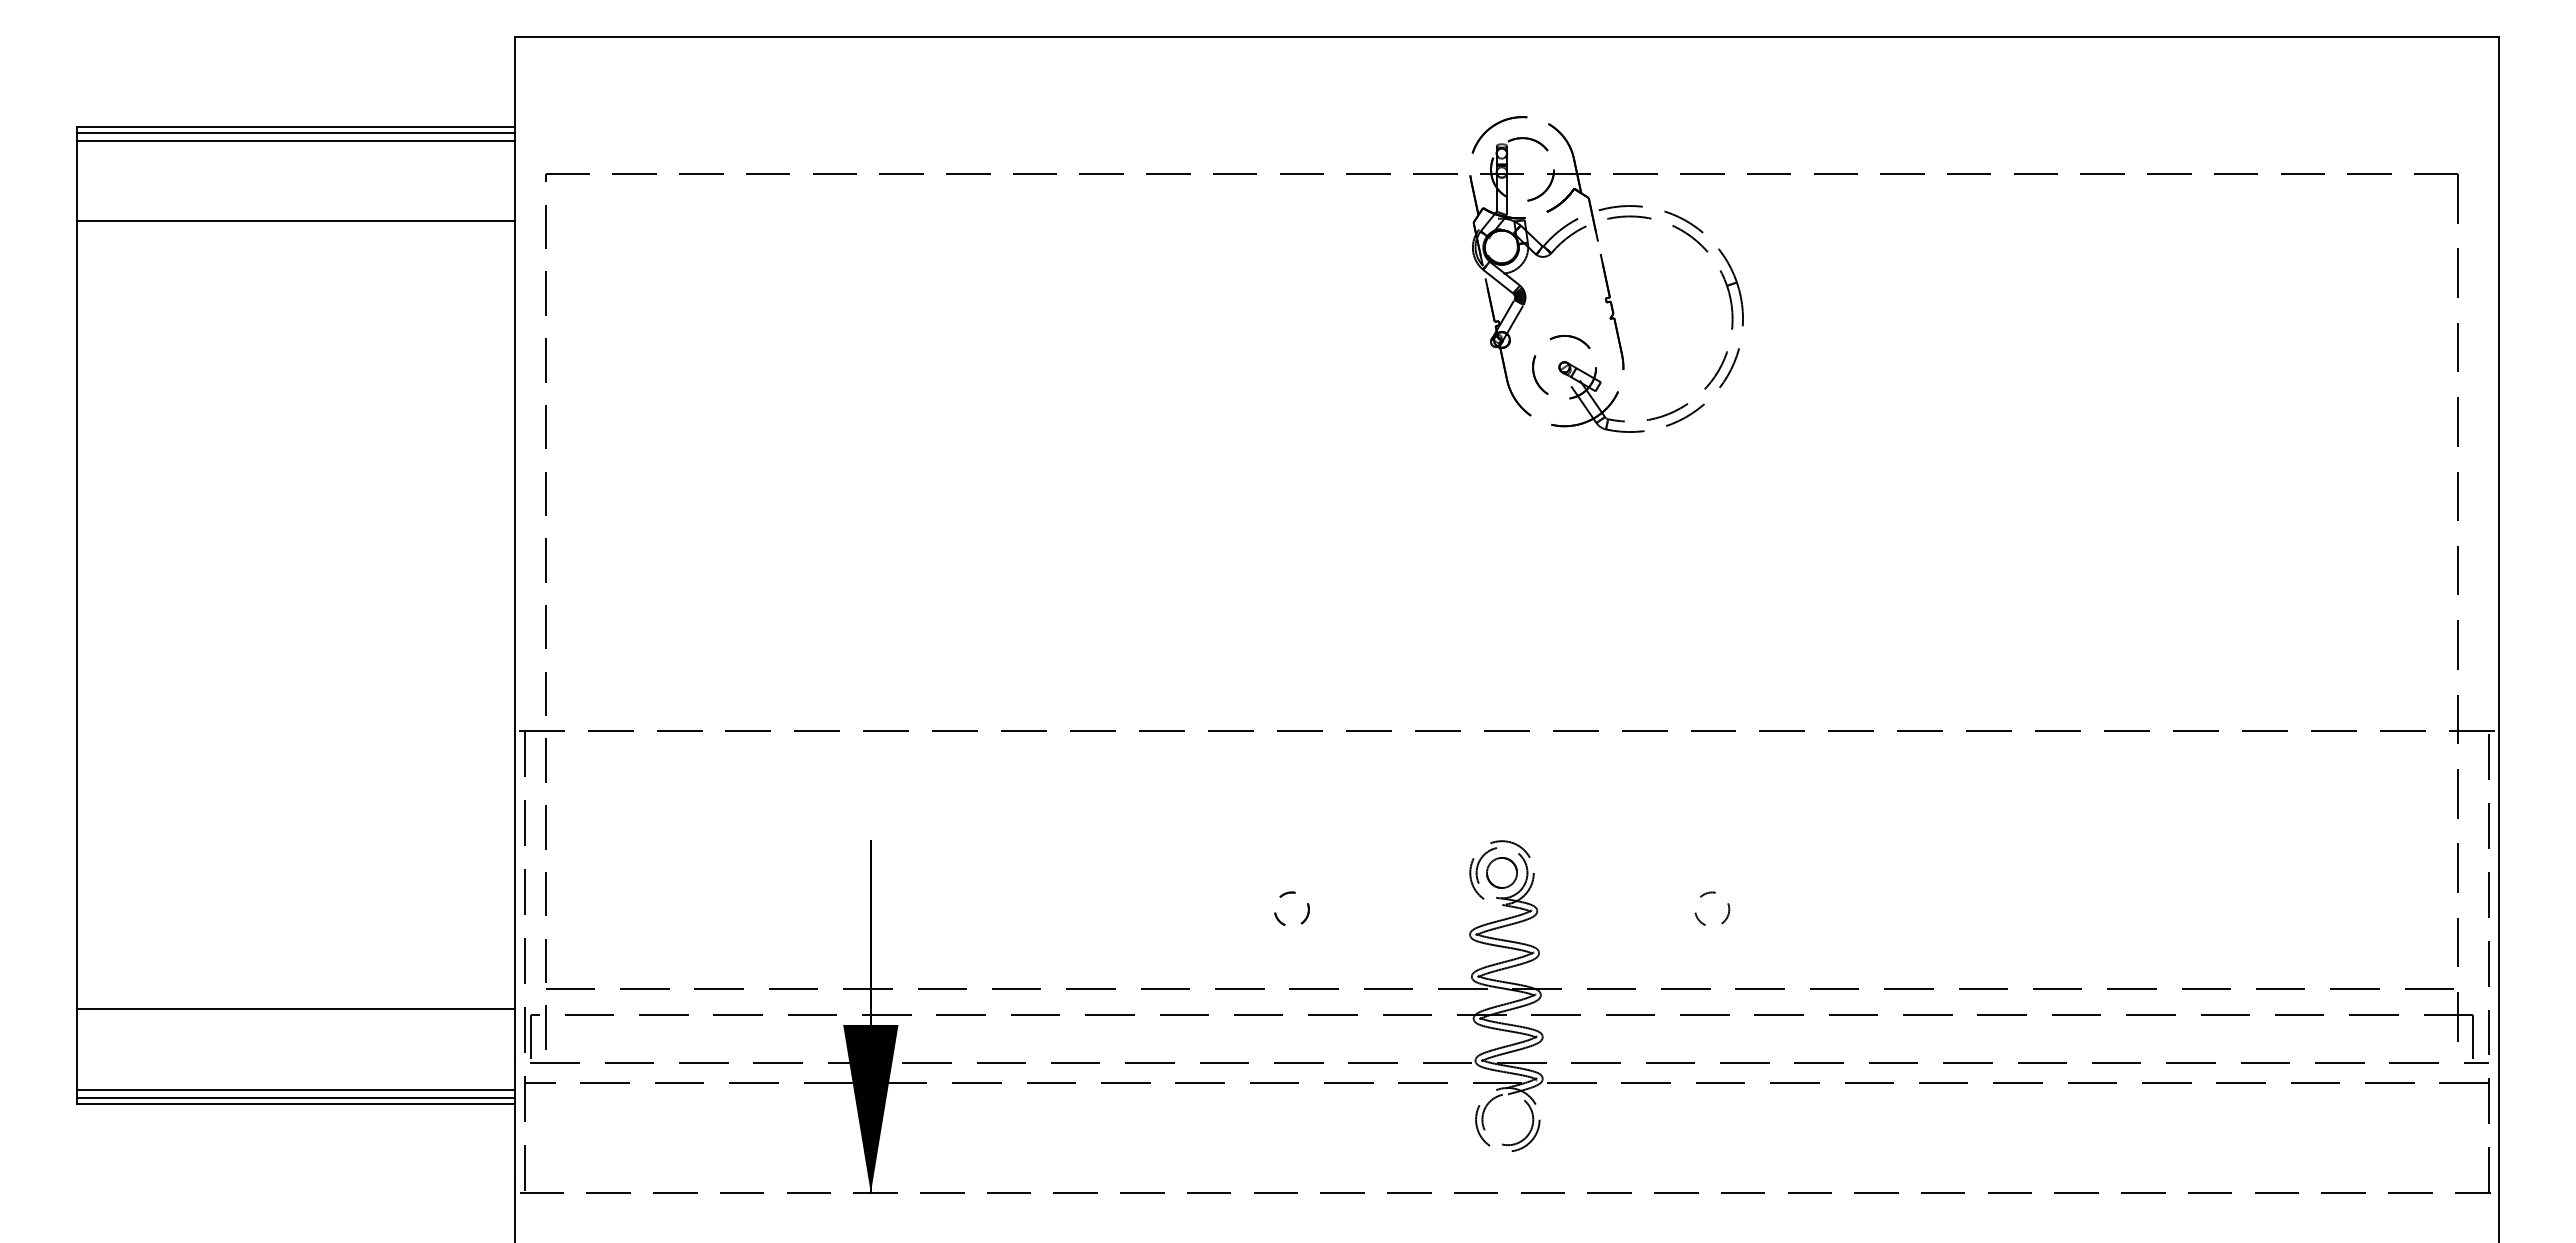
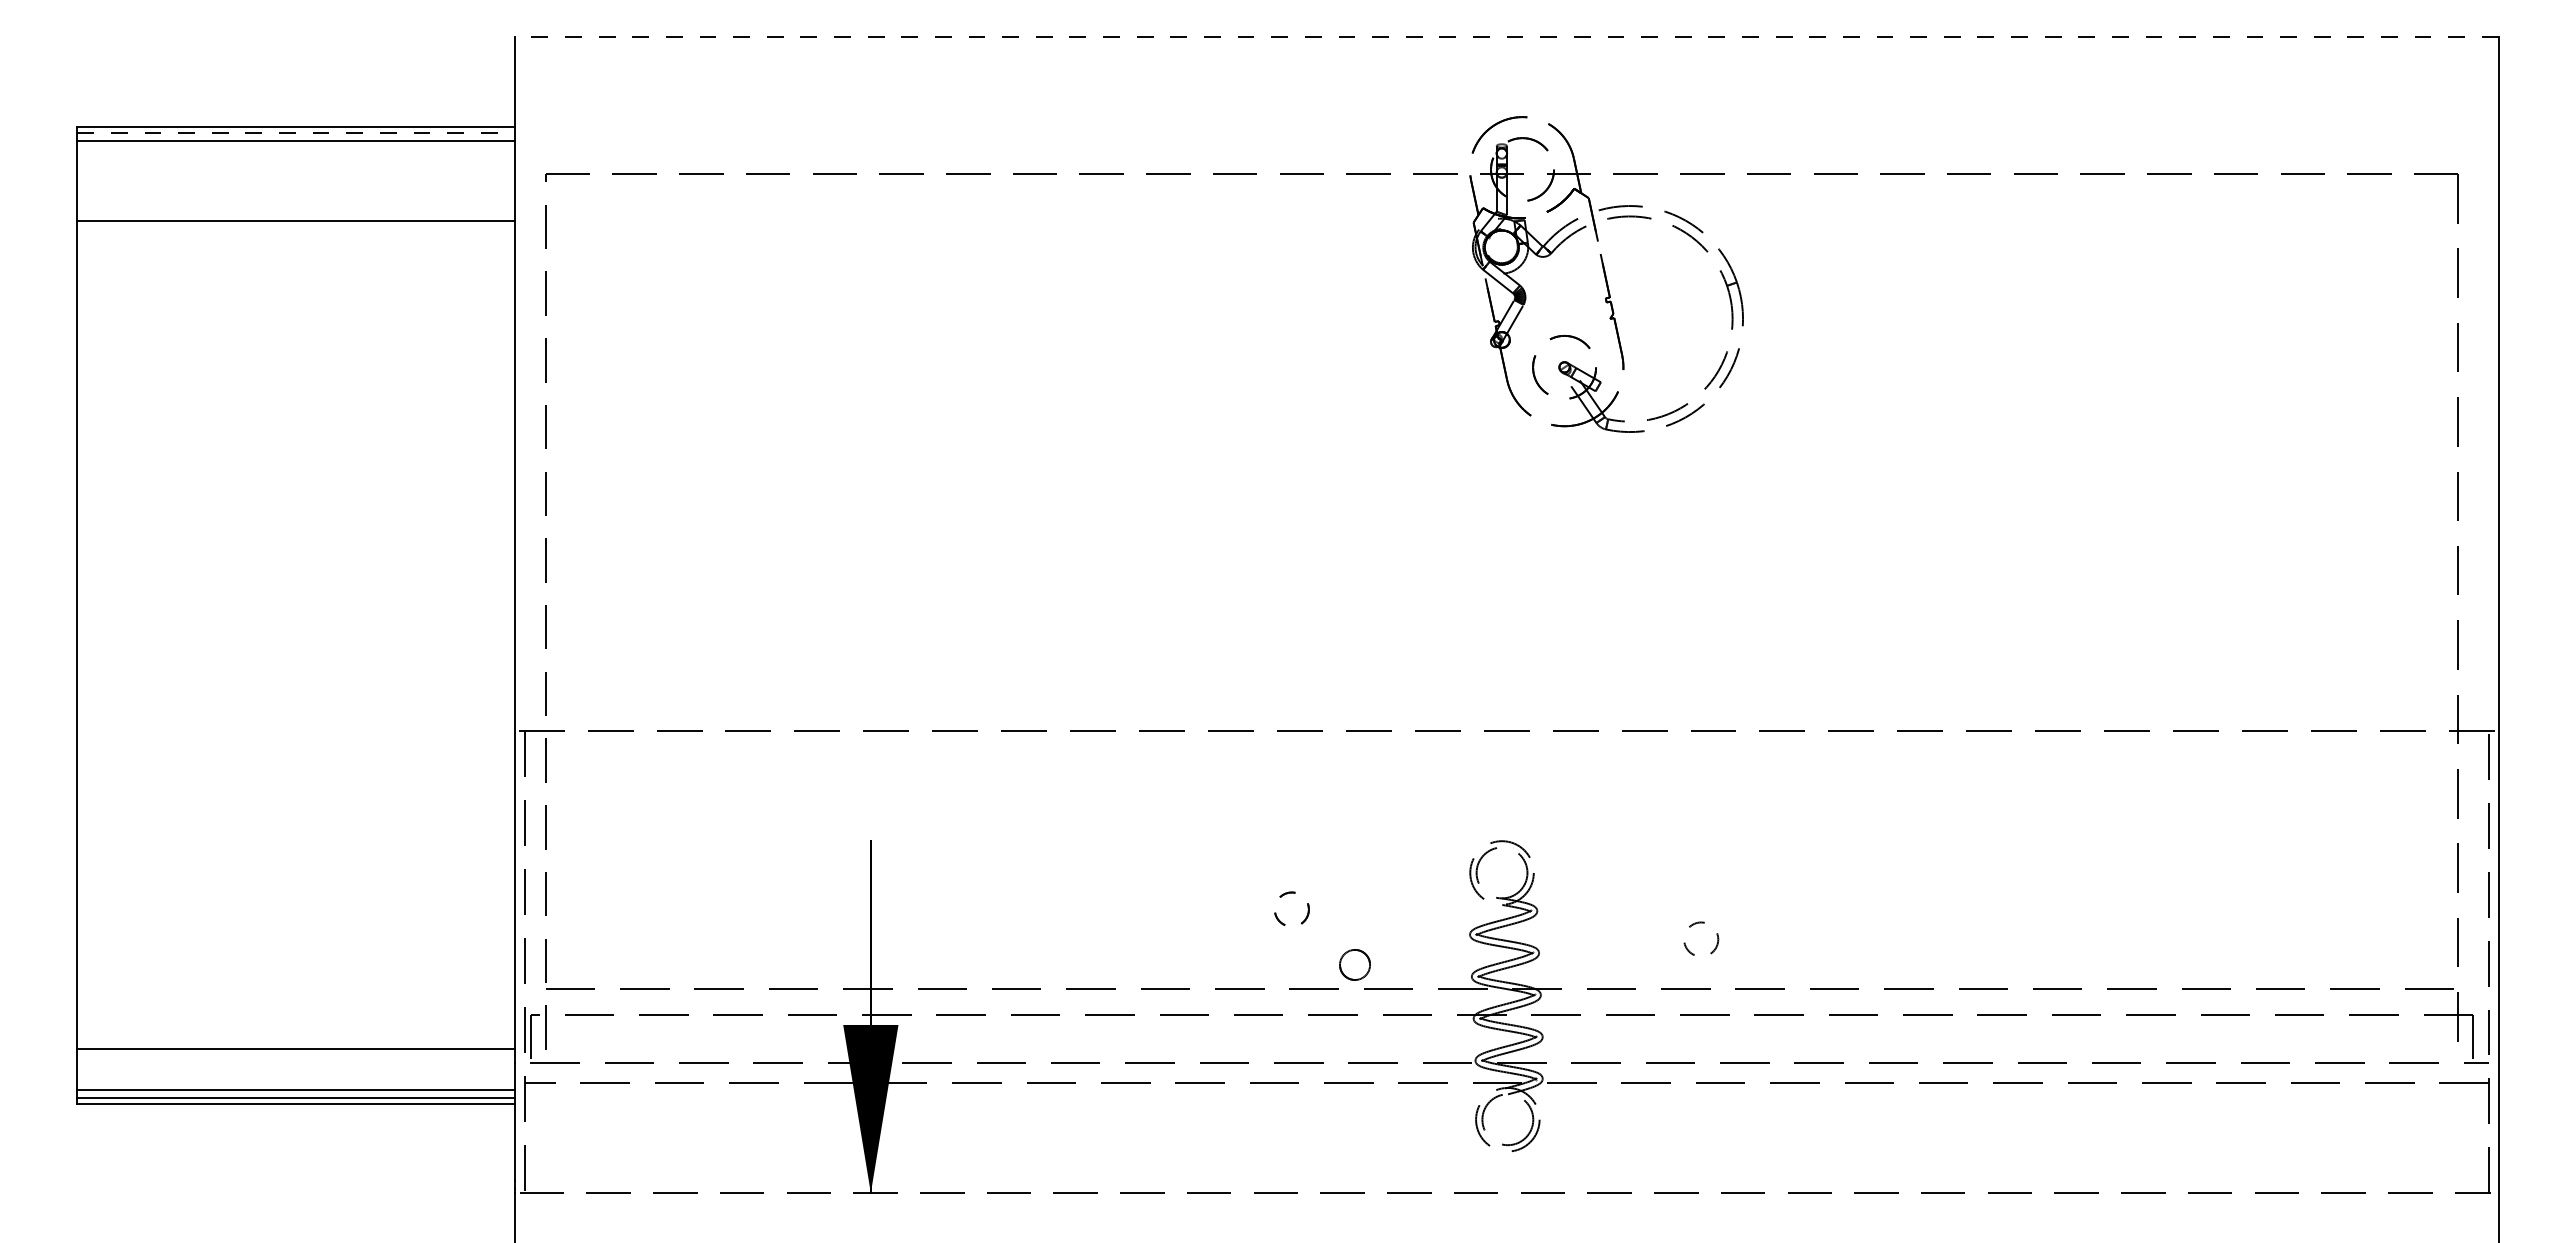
line at (1506, 37): solid -> dashed
line at (296, 132): solid -> dashed
part at (1501, 872) position: (1501, 872) -> (1354, 964)
part at (1707, 894) position: (1707, 894) -> (1696, 924)
line at (295, 1009) position: (295, 1009) -> (295, 1049)
